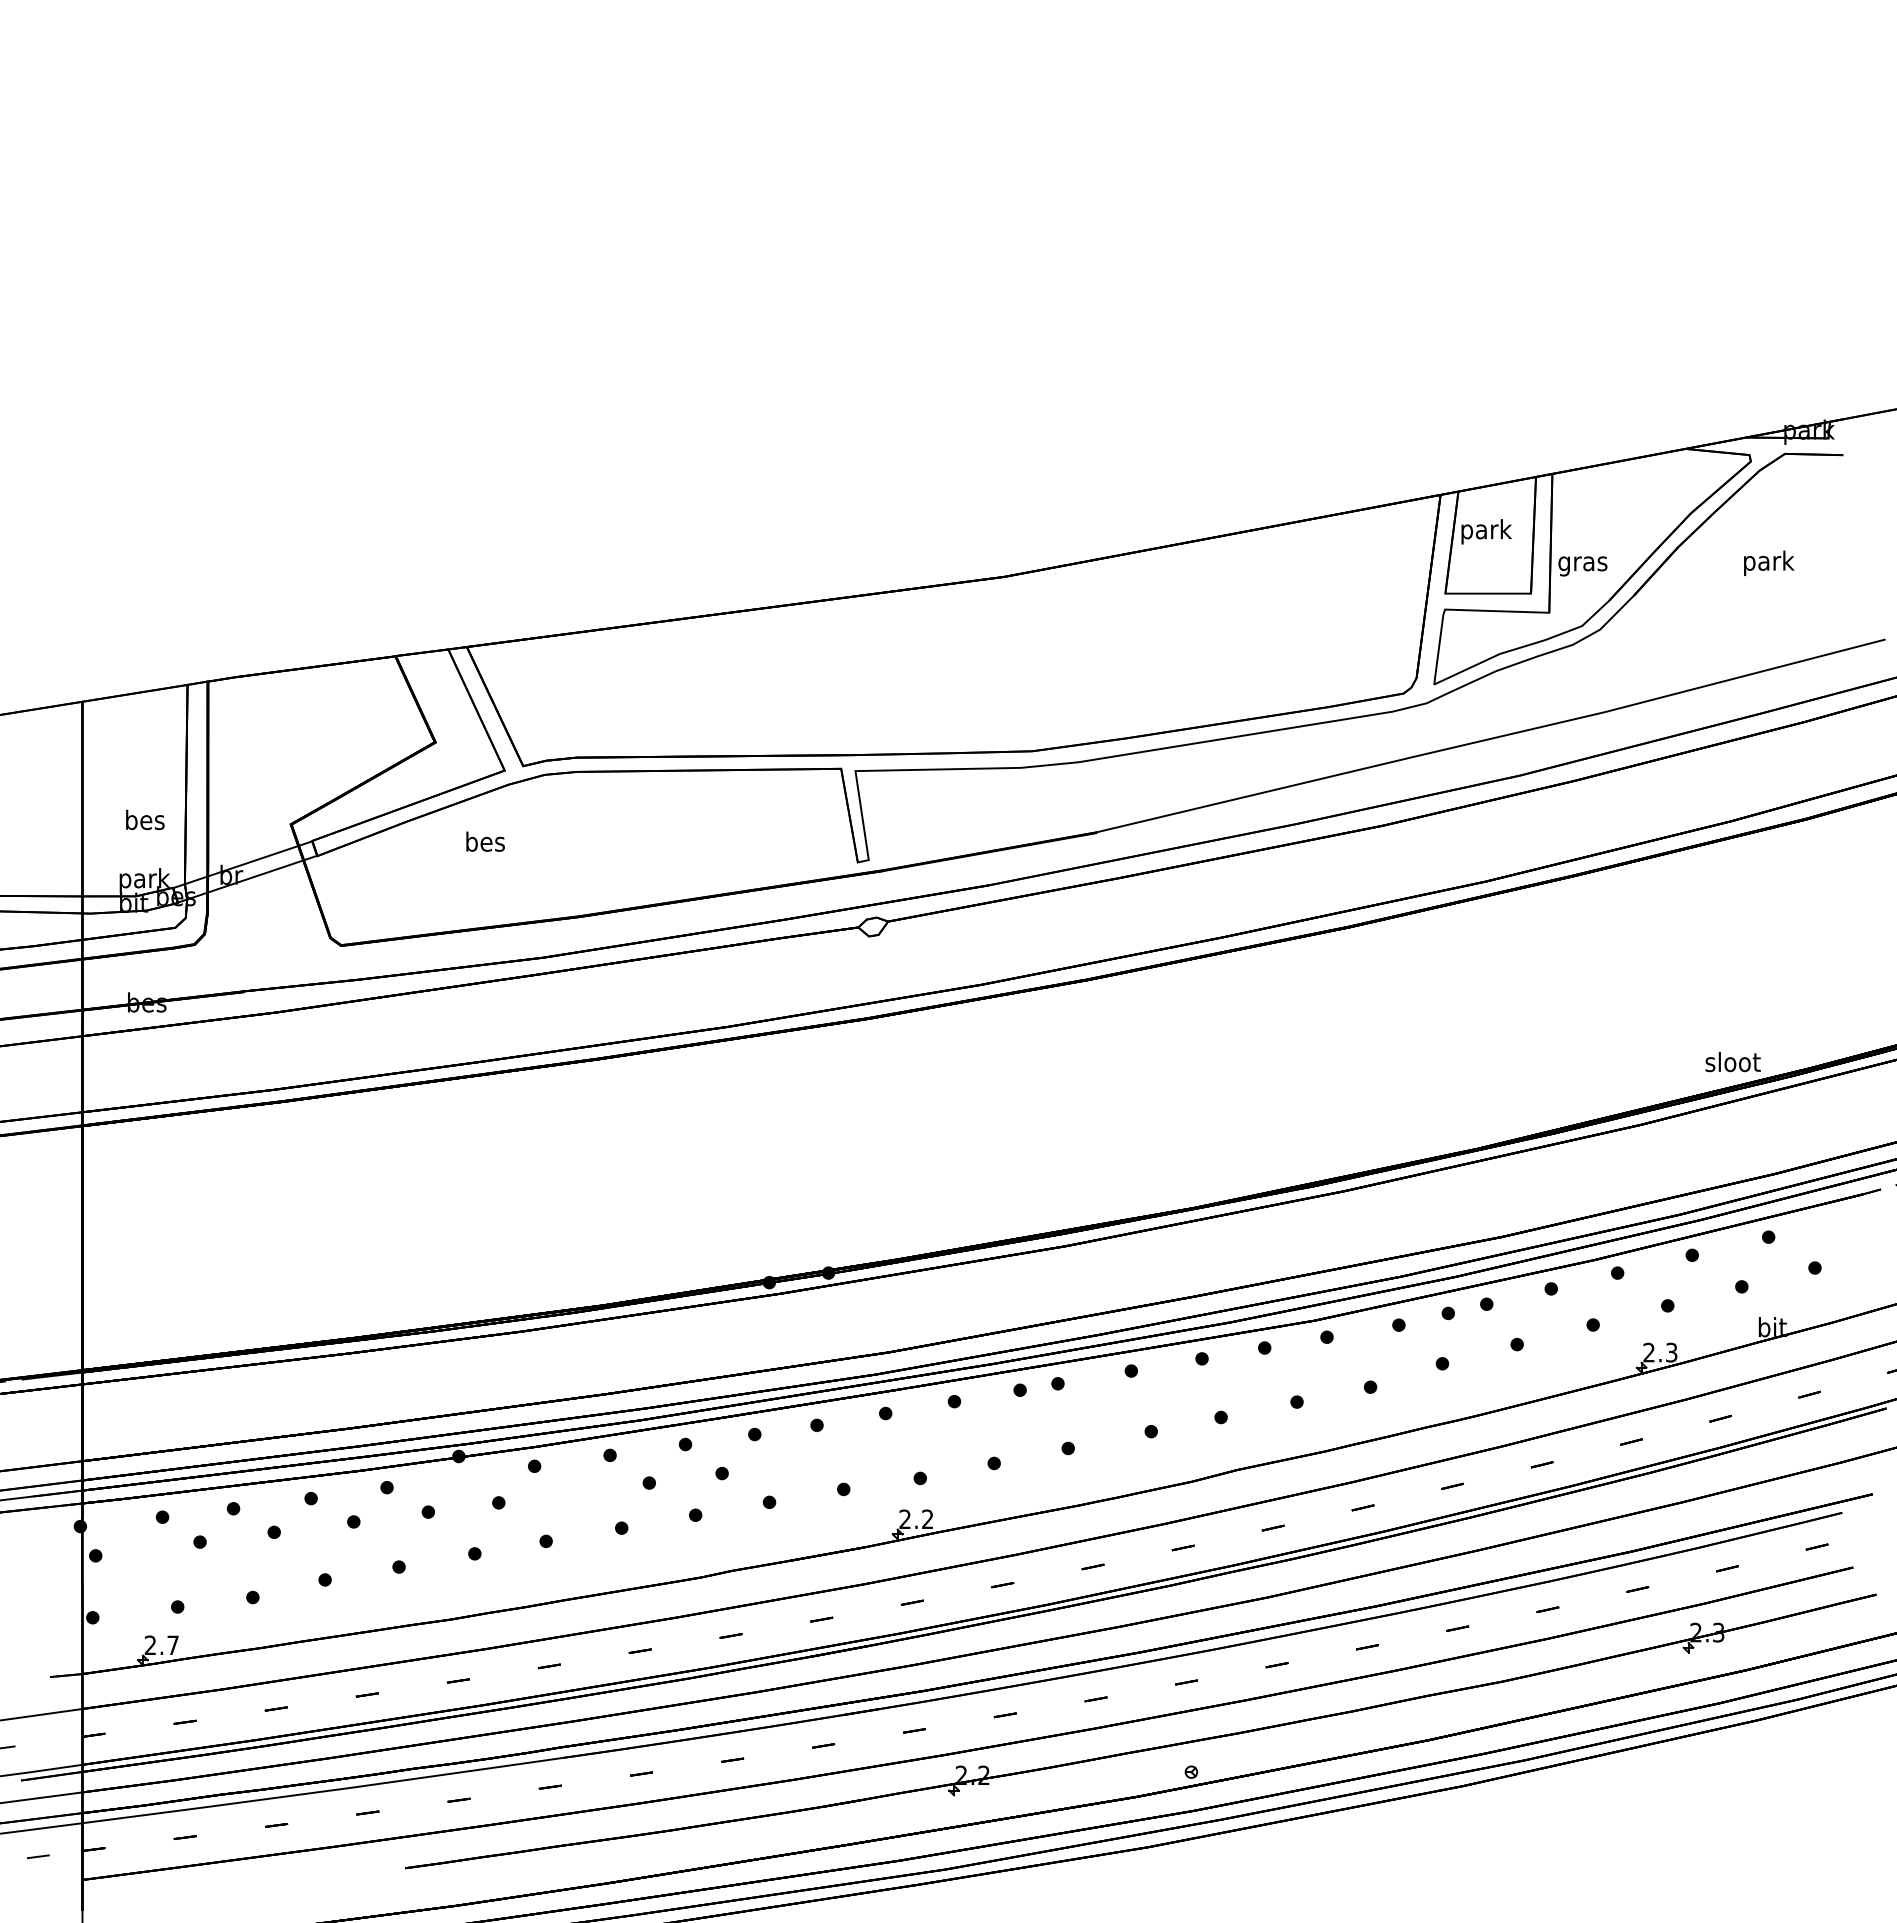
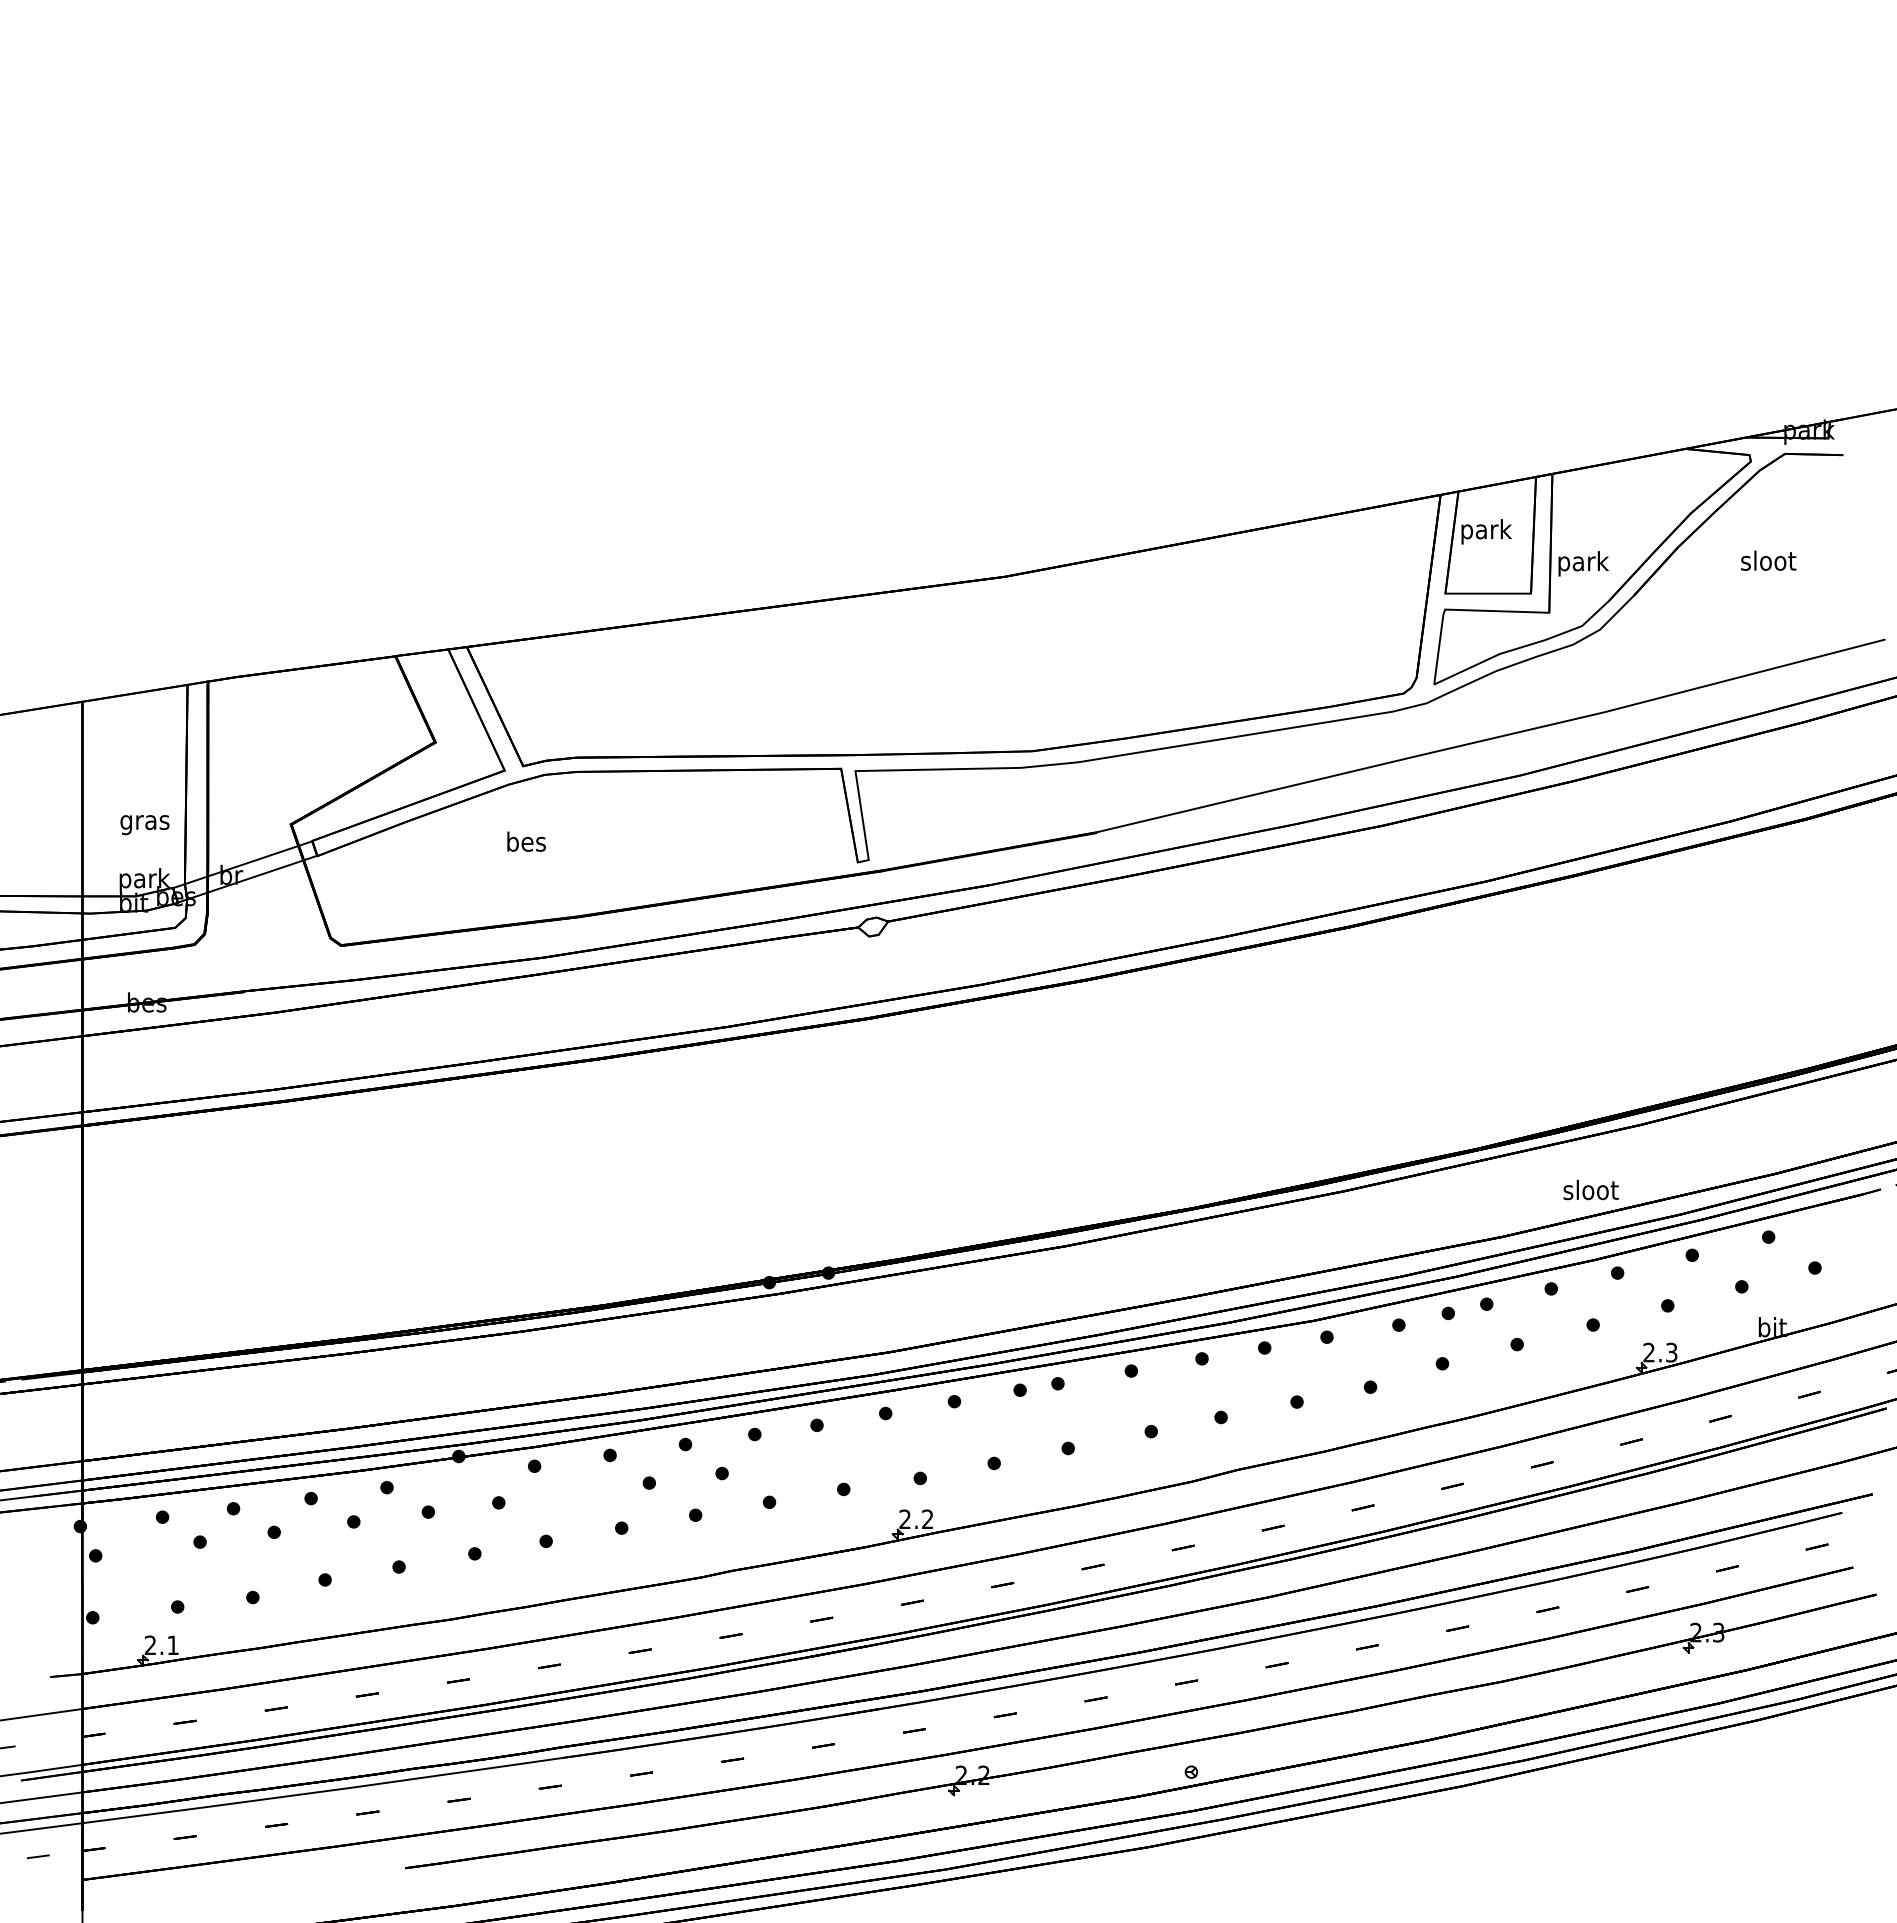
text at (1583, 563): gras -> park
text at (1768, 563): park -> sloot
text at (144, 822): bes -> gras
text at (485, 841) position: (485, 841) -> (526, 841)
text at (1732, 1061) position: (1732, 1061) -> (1590, 1189)
text at (172, 1644): 2.7 -> 2.1
